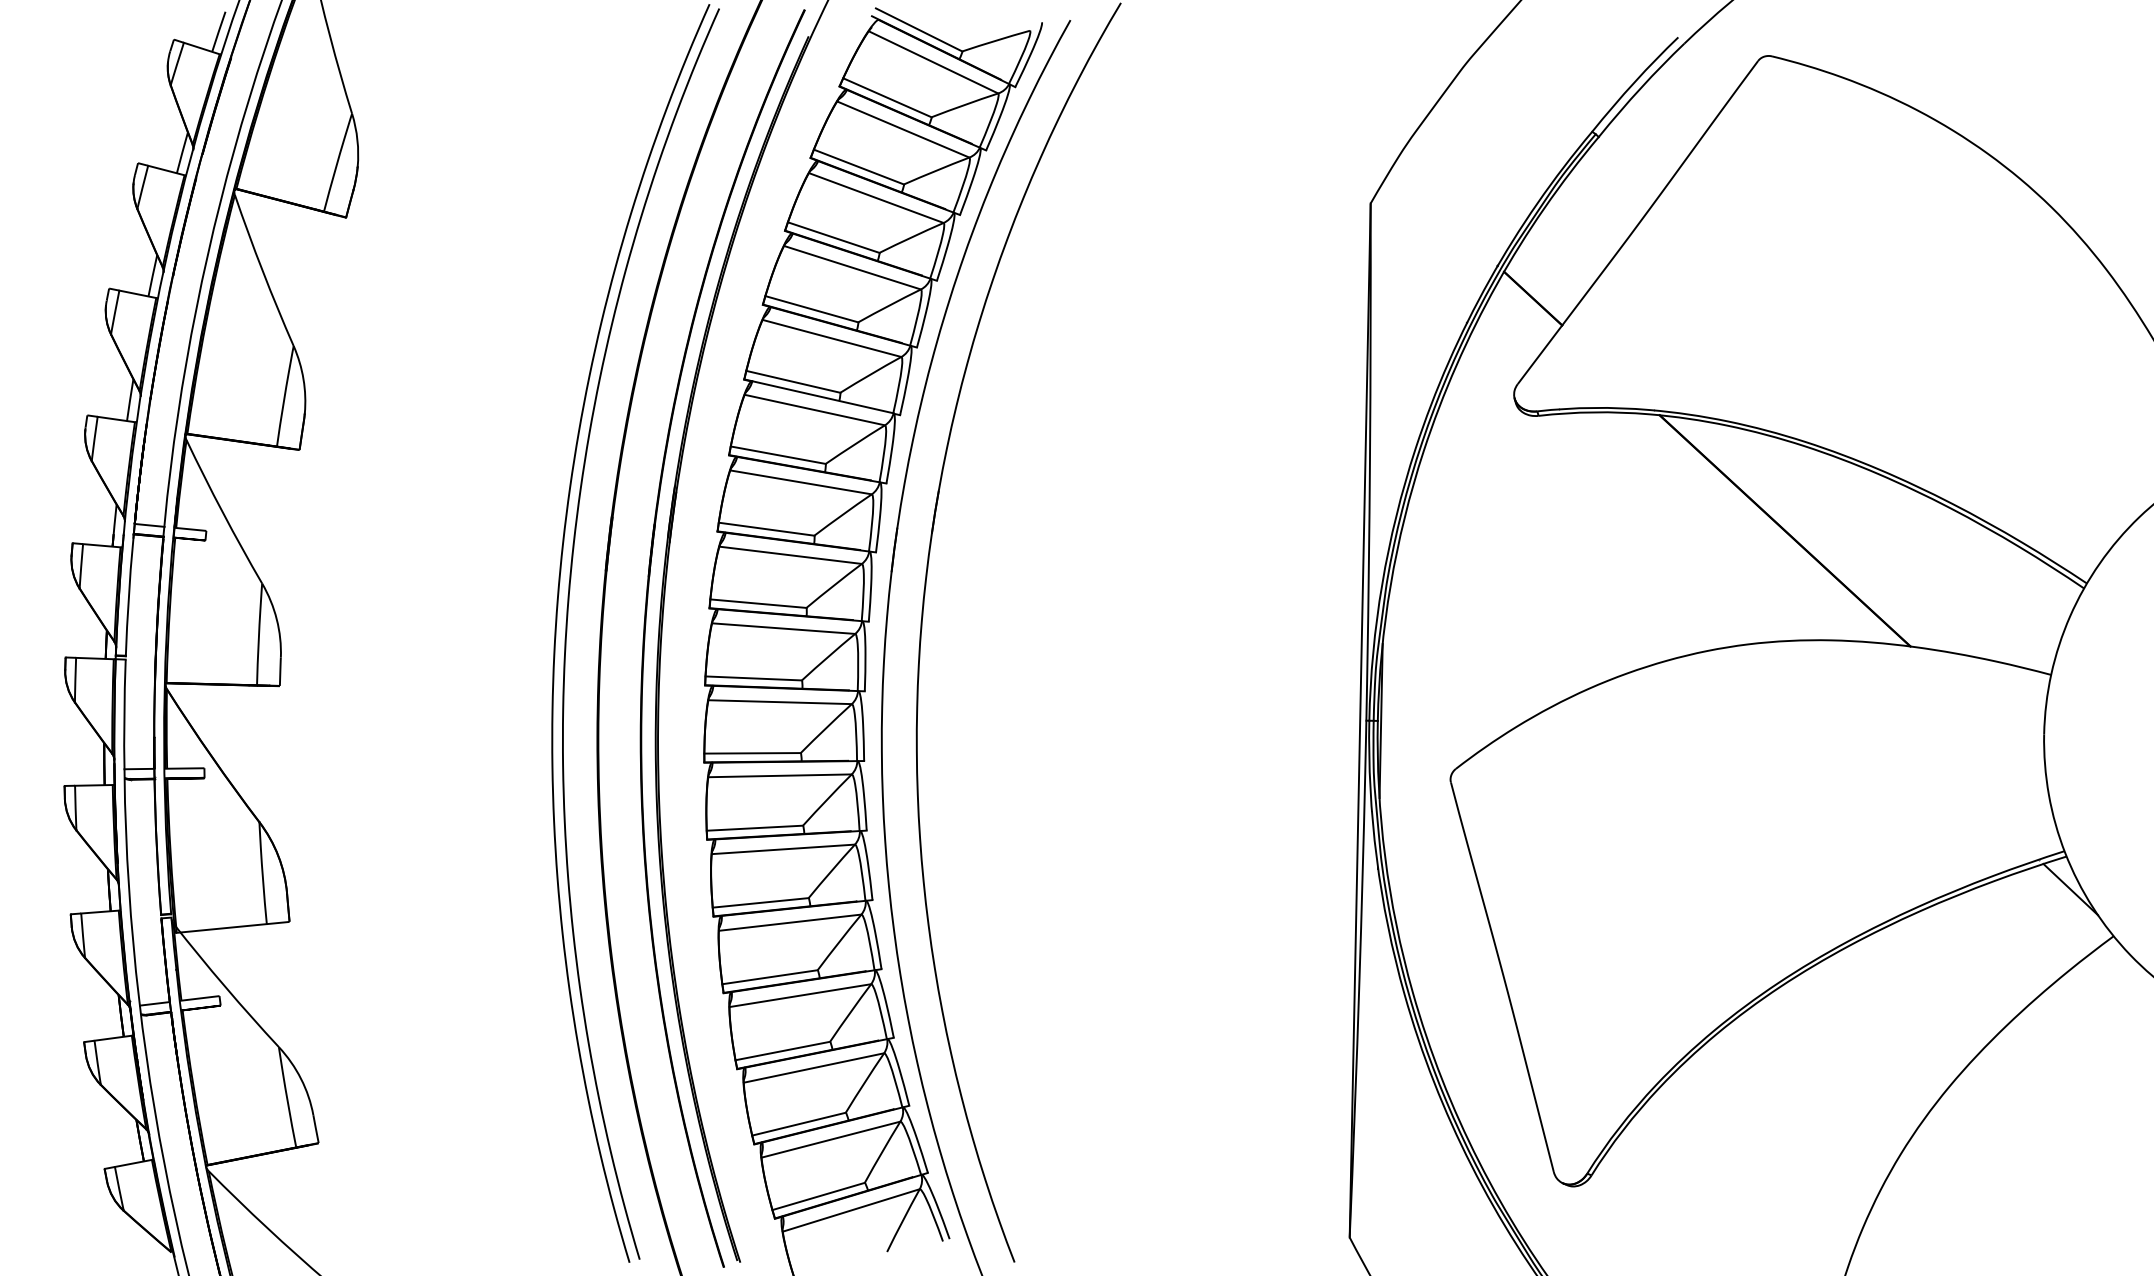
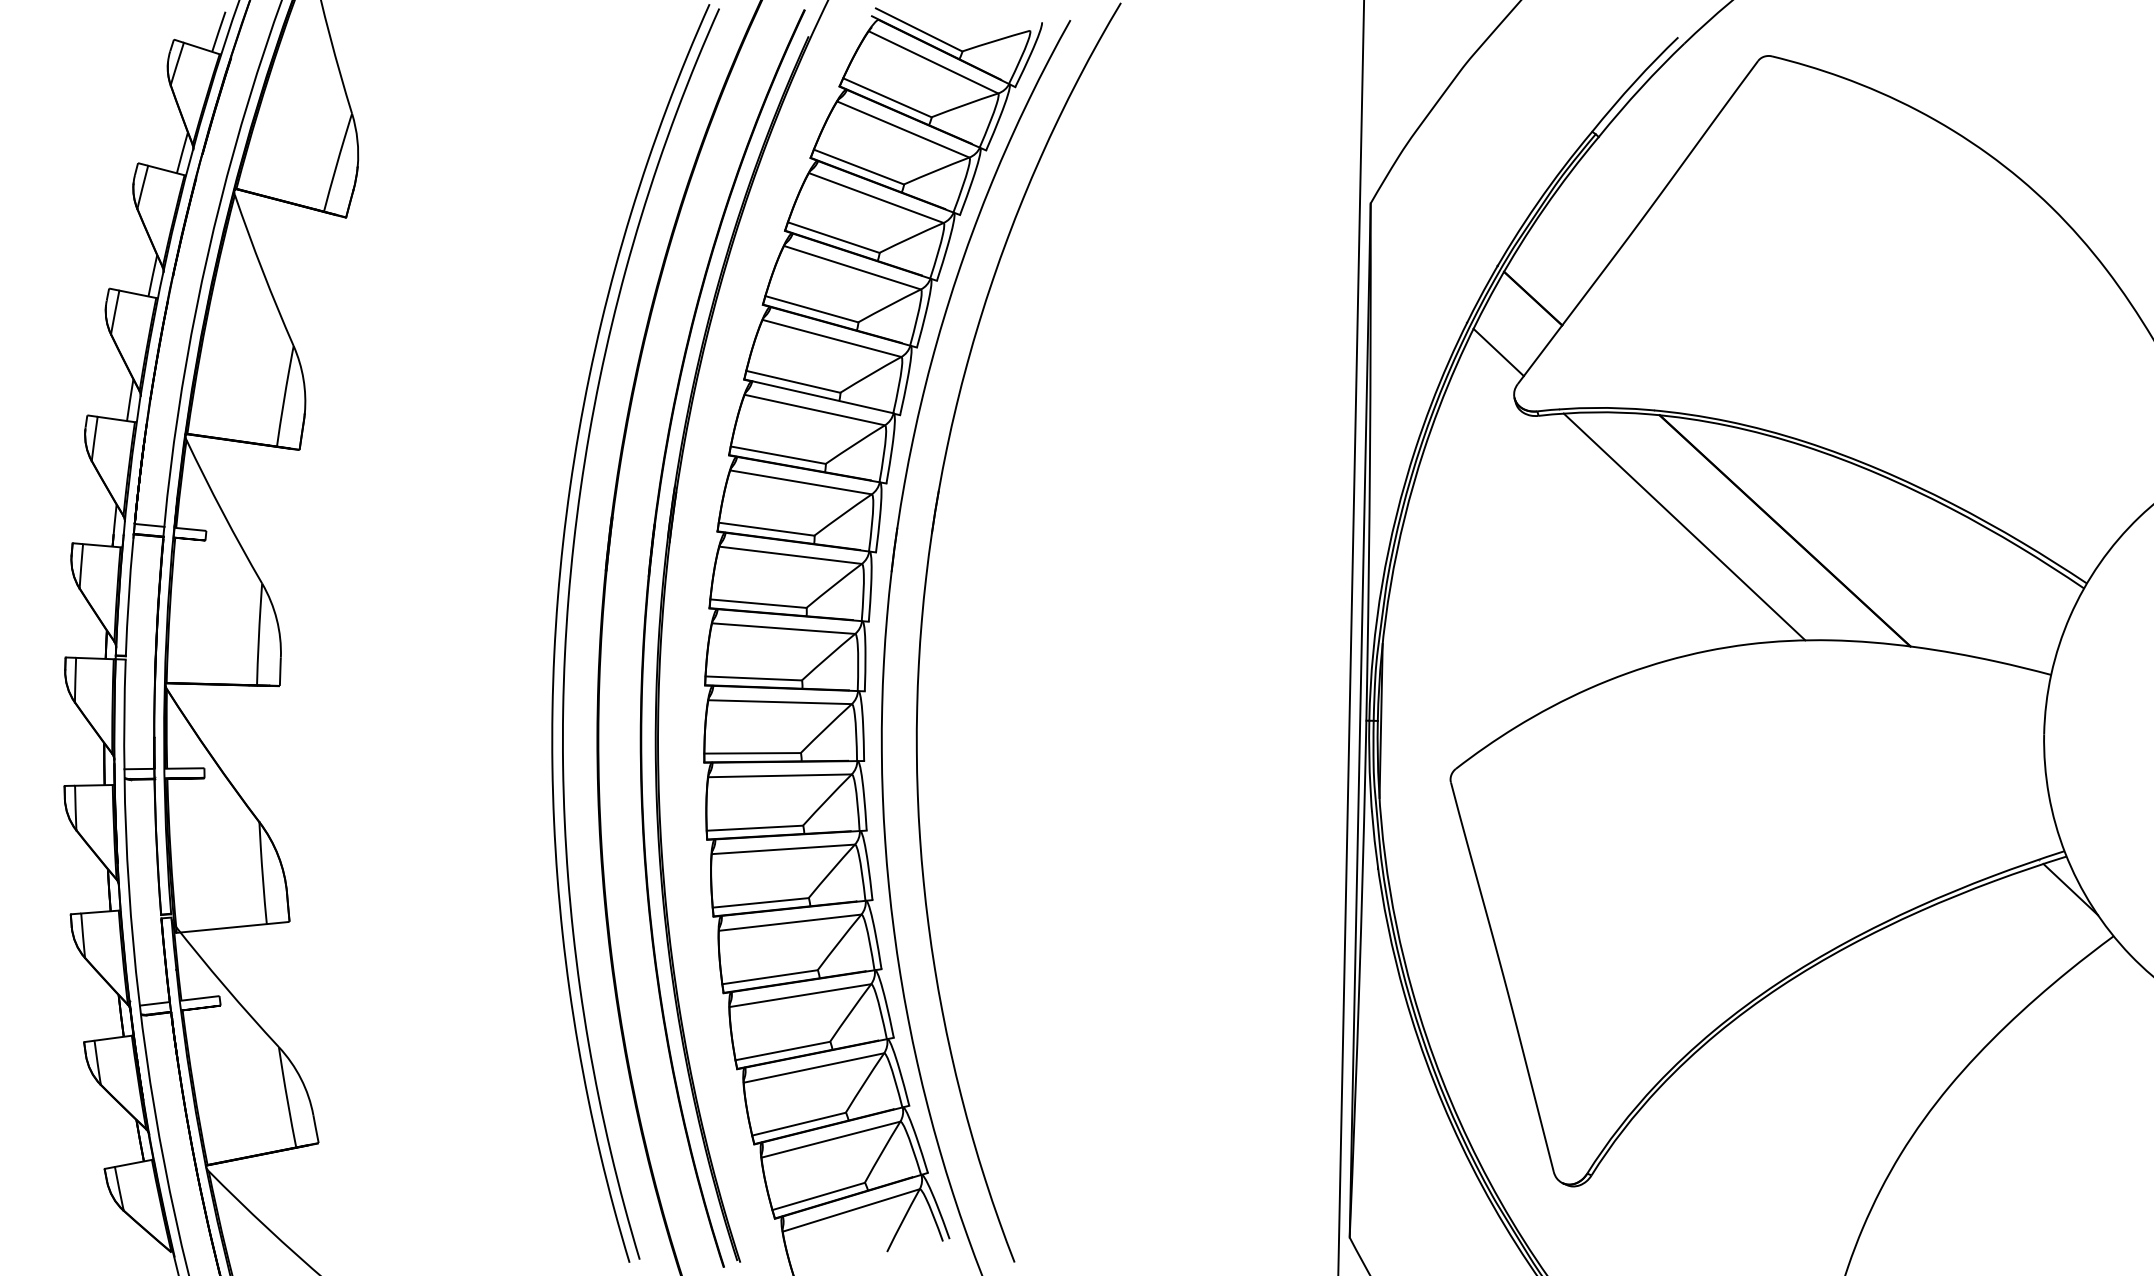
line at (1498, 352): none -> present
line at (1684, 526): none -> present
line at (1351, 637): none -> present
